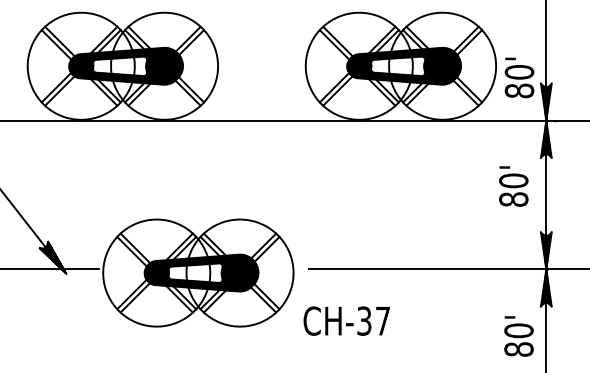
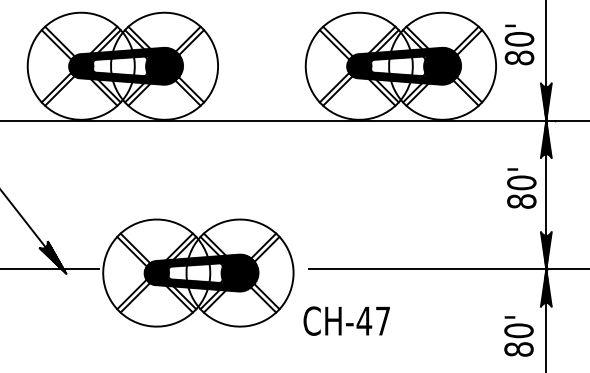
text at (519, 77) position: (519, 77) -> (519, 44)
text at (513, 186) position: (513, 186) -> (521, 188)
text at (364, 320): CH-37 -> CH-47
